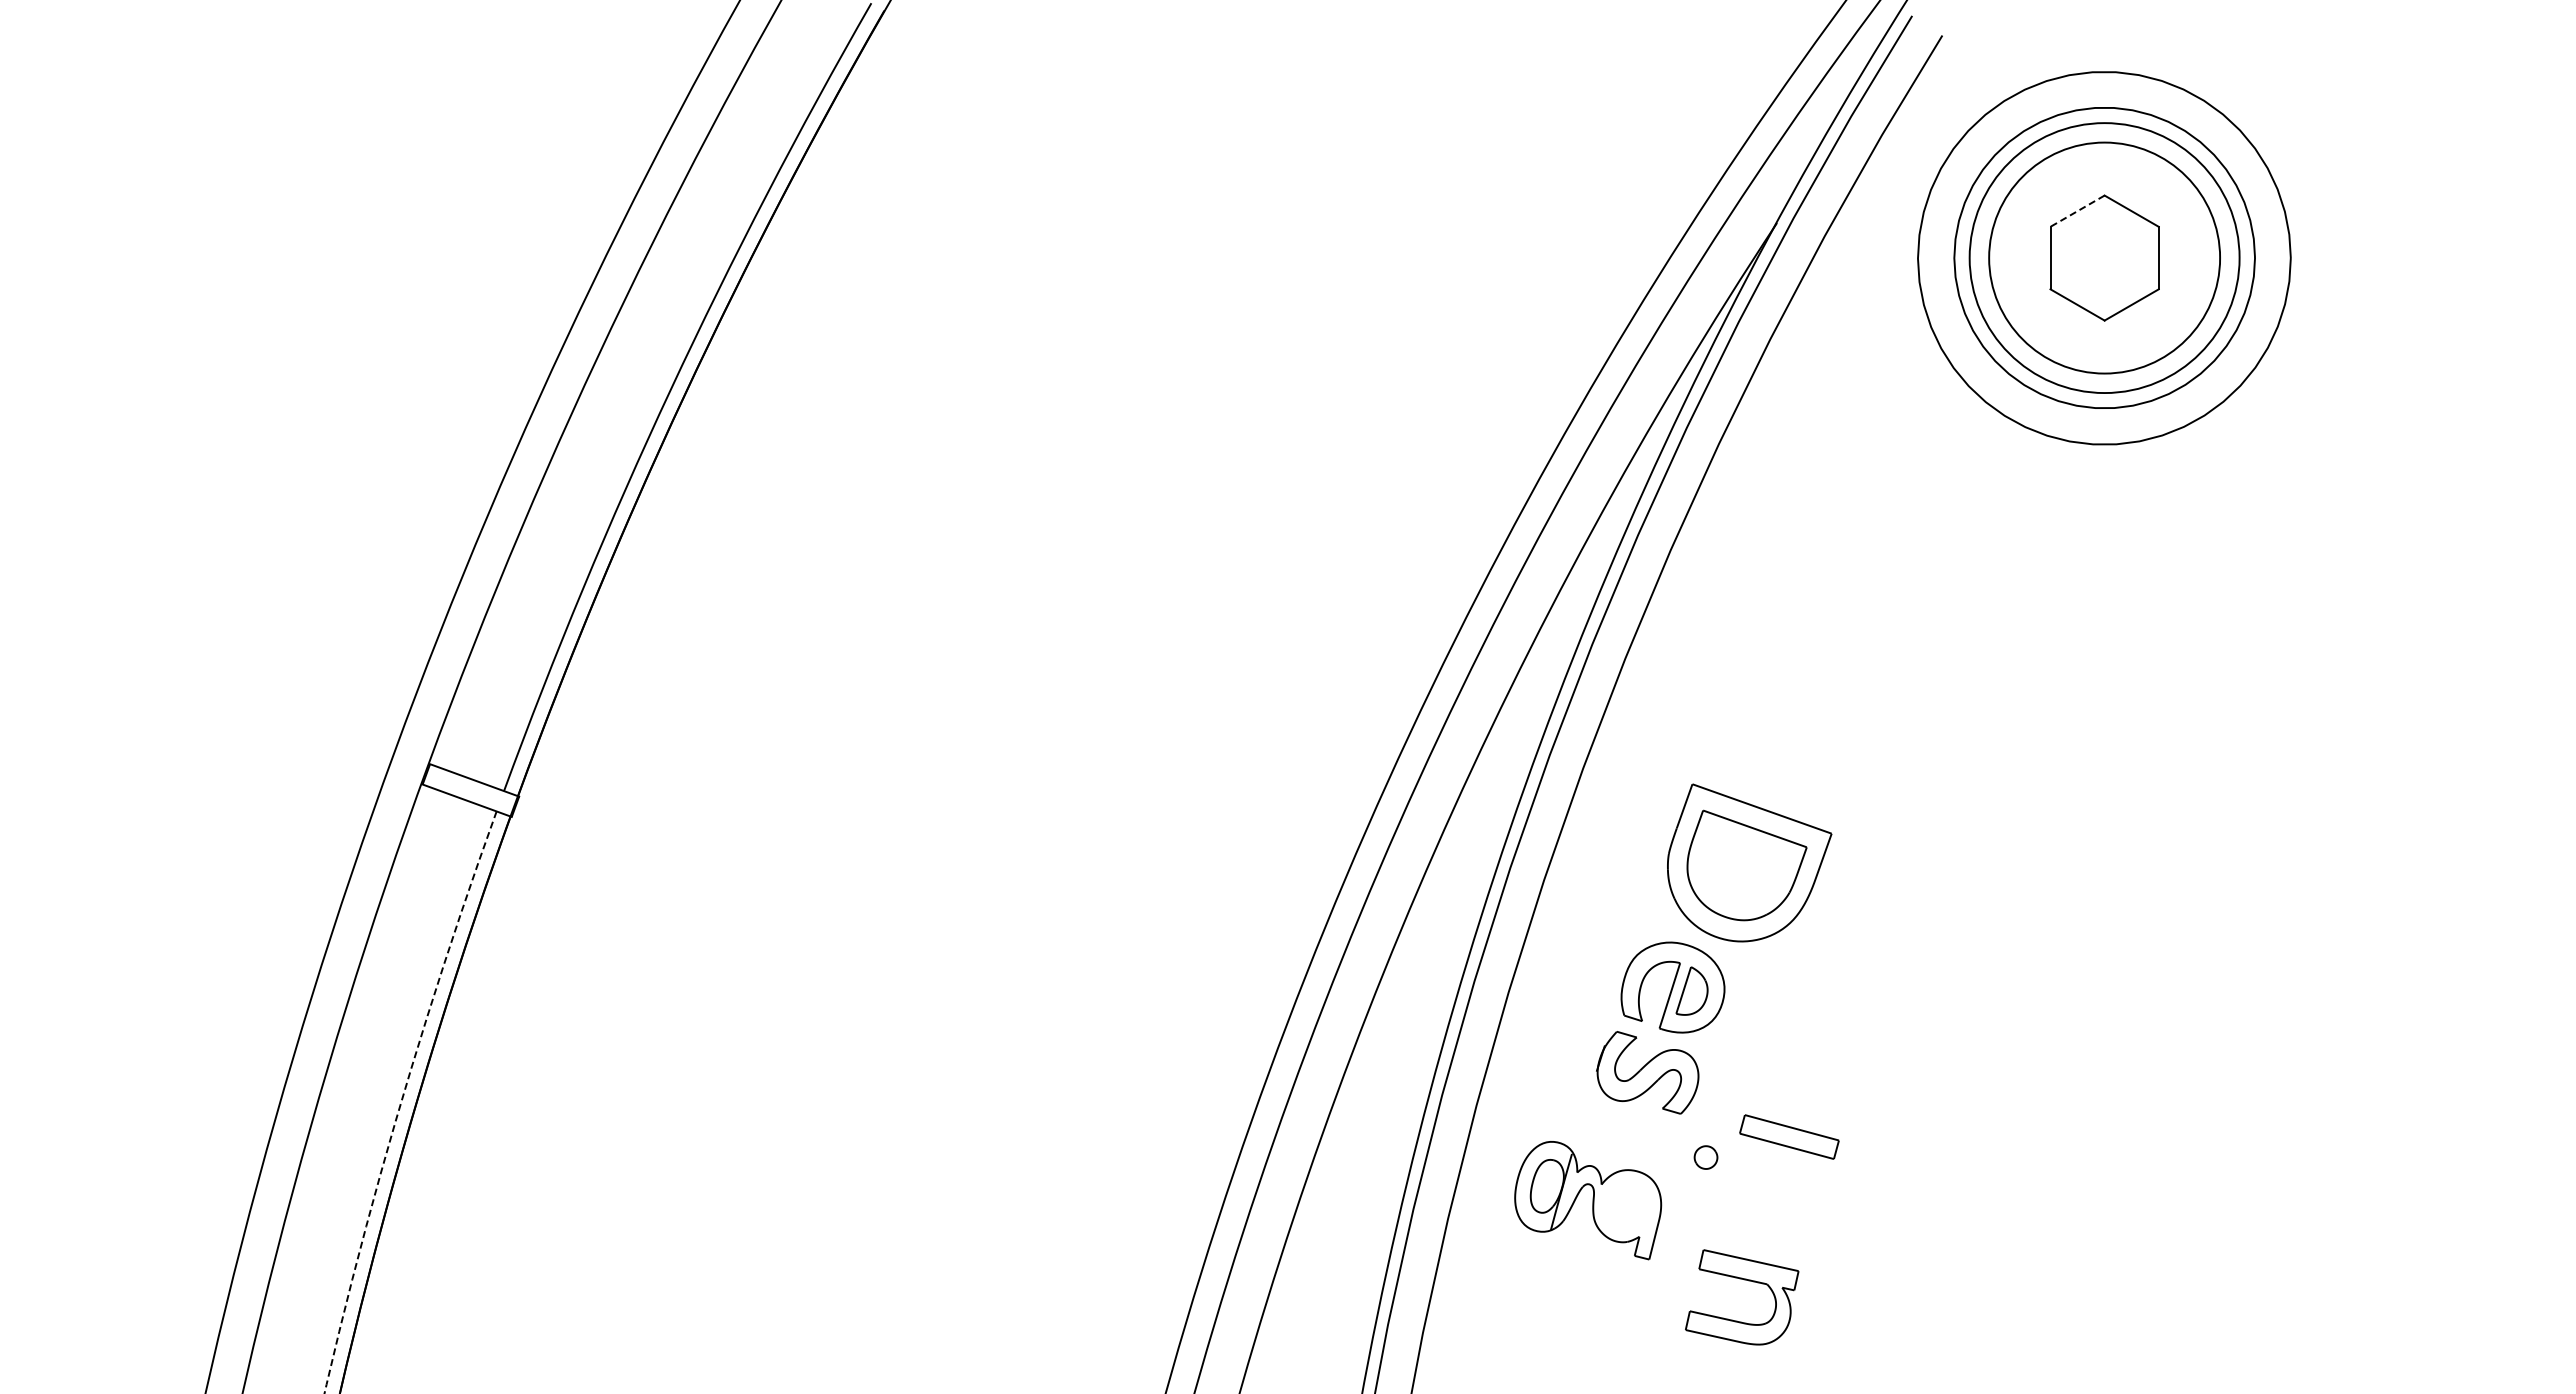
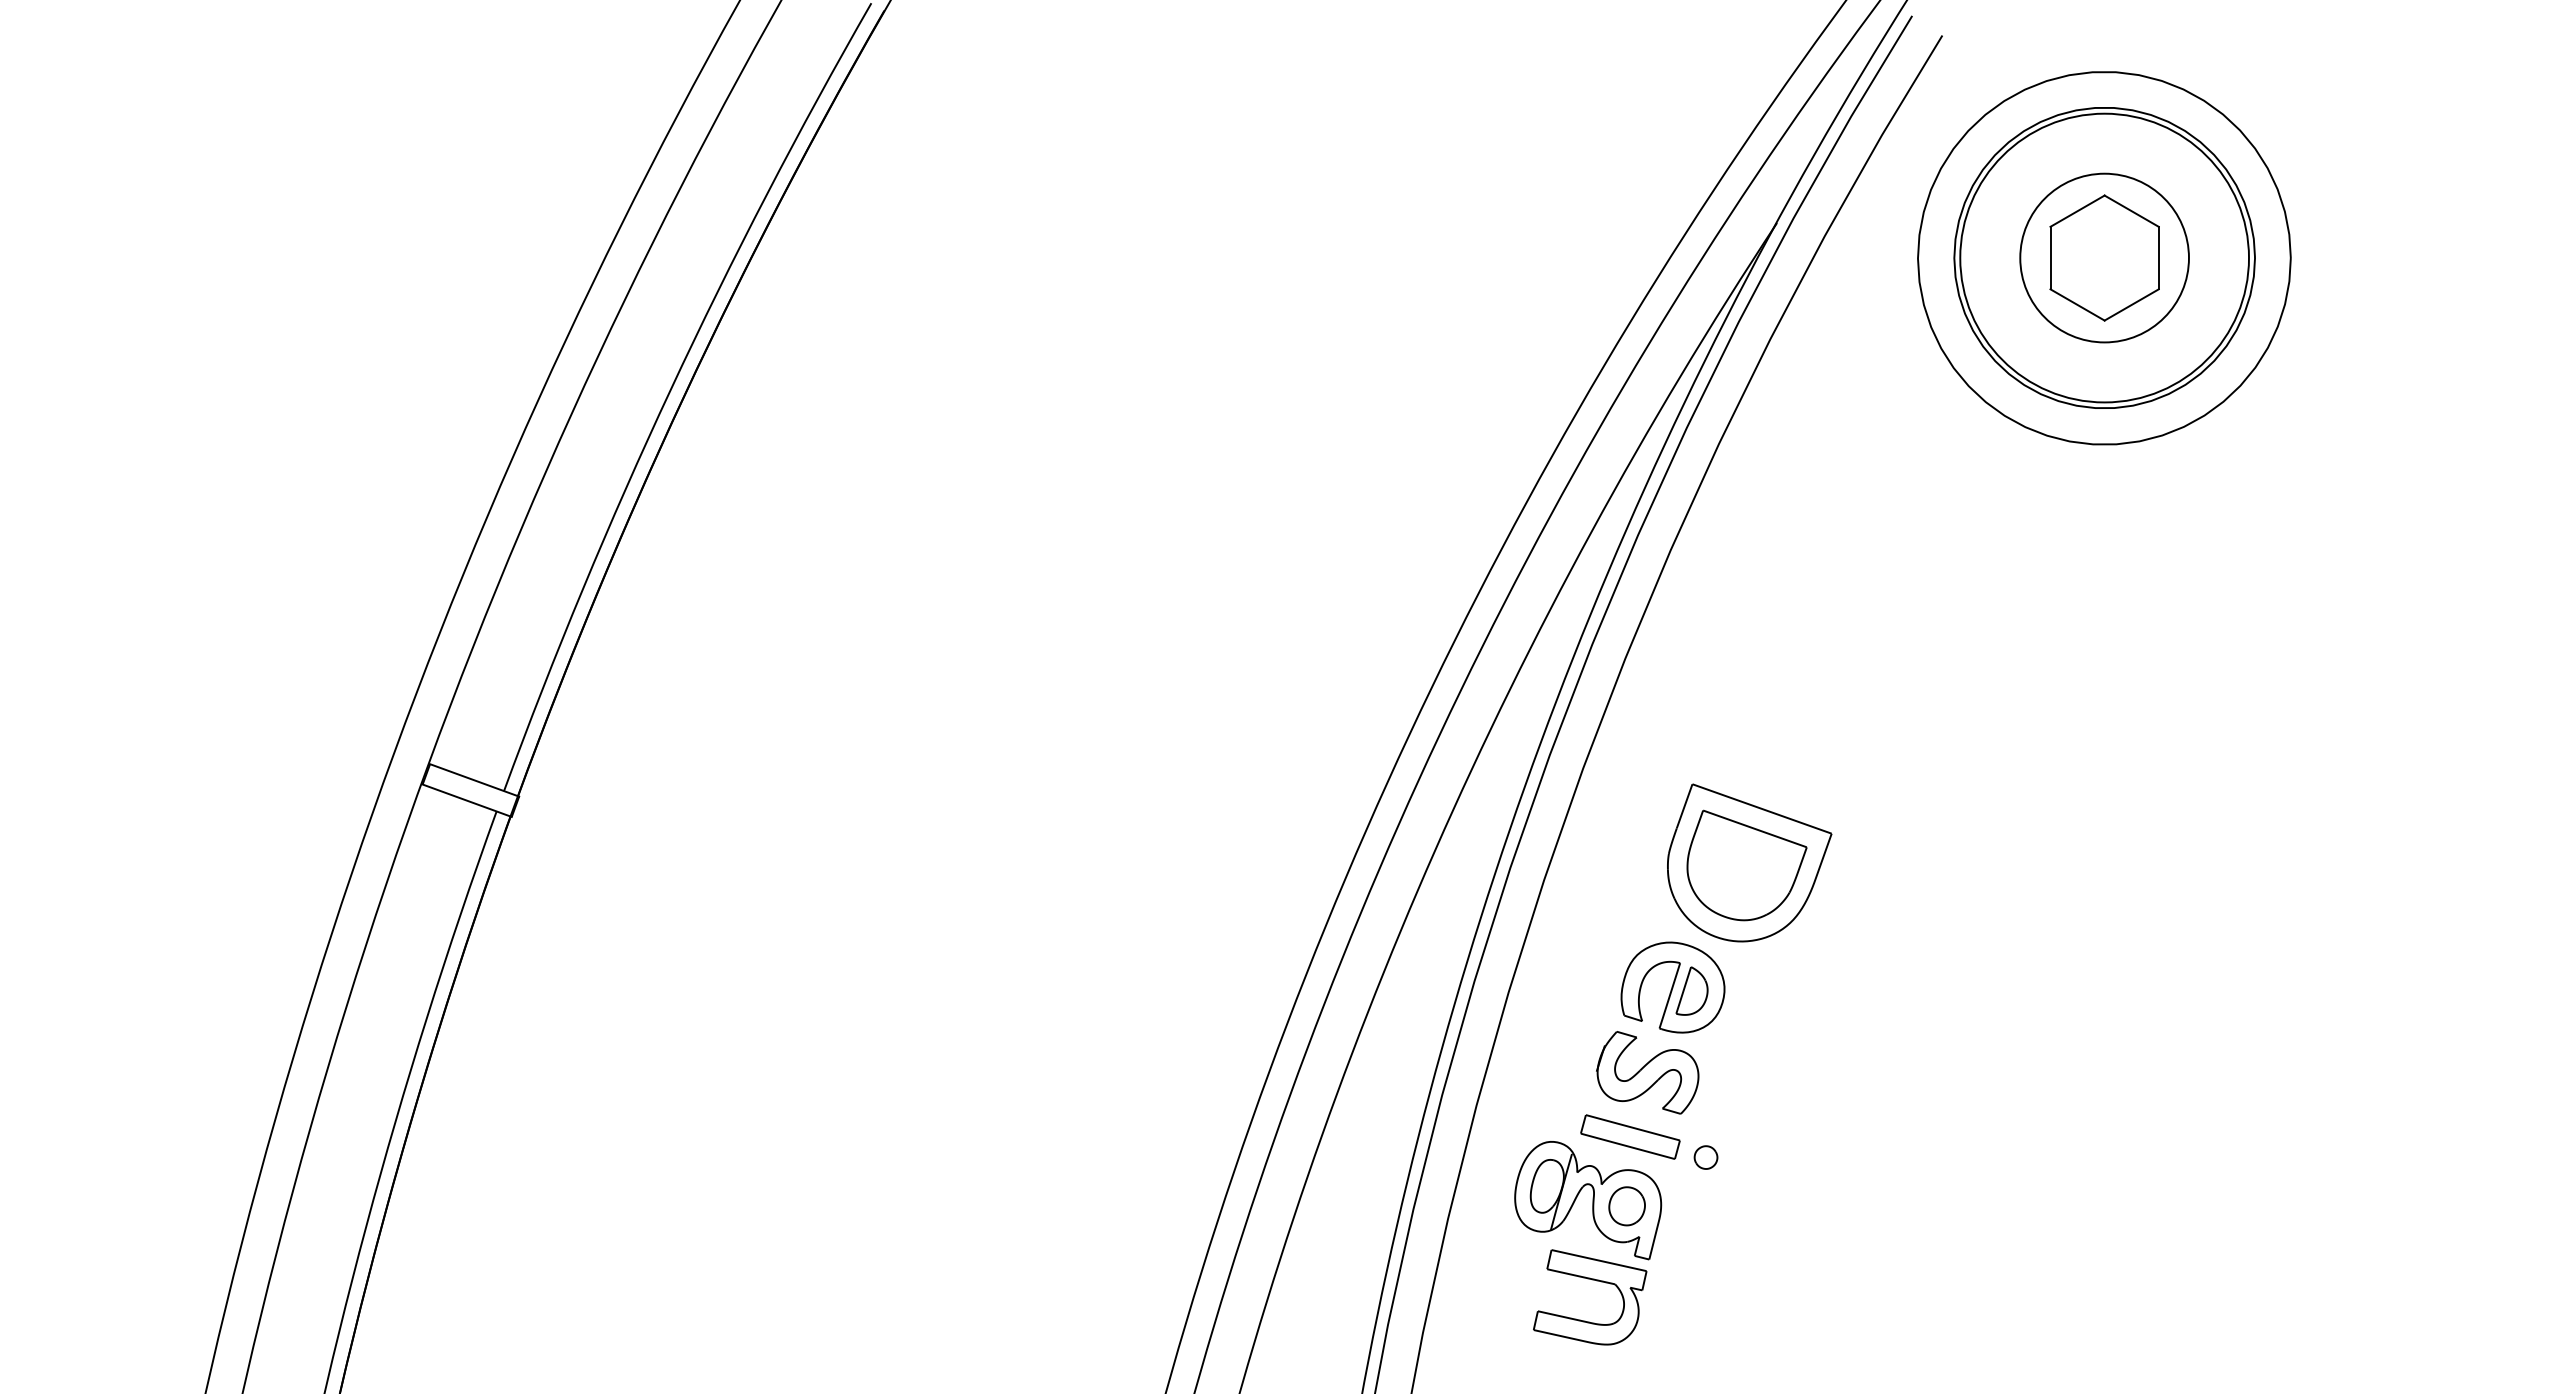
line at (2077, 211): dashed -> solid
circle at (2104, 257) diameter: 231 px -> 289 px
circle at (2104, 258) diameter: 270 px -> 169 px
arc at (401, 1100): dashed -> solid
part at (1789, 1136) position: (1789, 1136) -> (1630, 1136)
part at (1626, 1206): none -> present
part at (1748, 1281) position: (1748, 1281) -> (1596, 1281)
